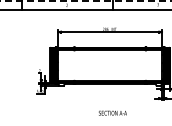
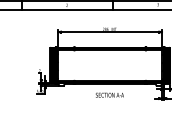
line at (85, 1): dashed -> solid
text at (112, 112) position: (112, 112) -> (109, 94)
